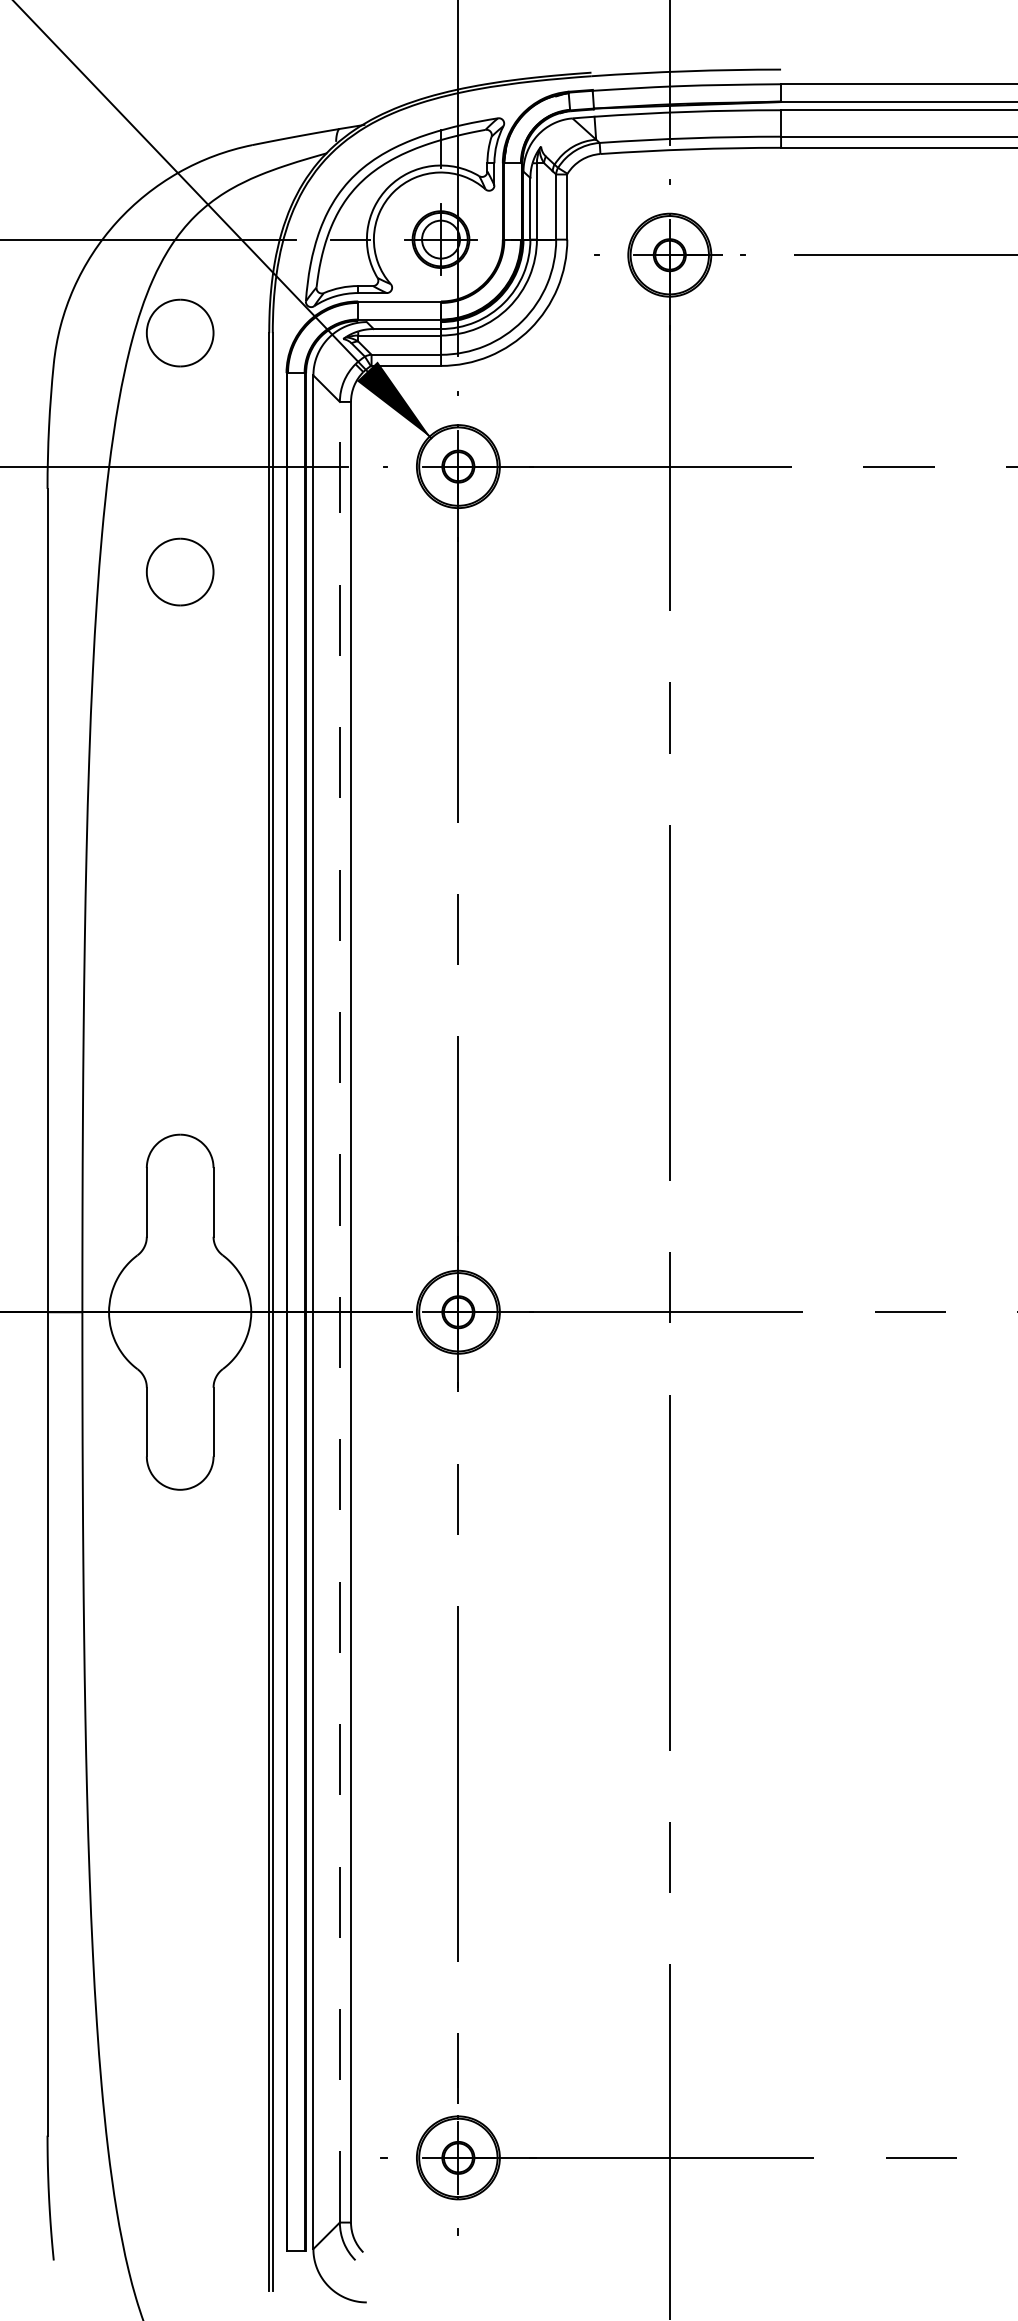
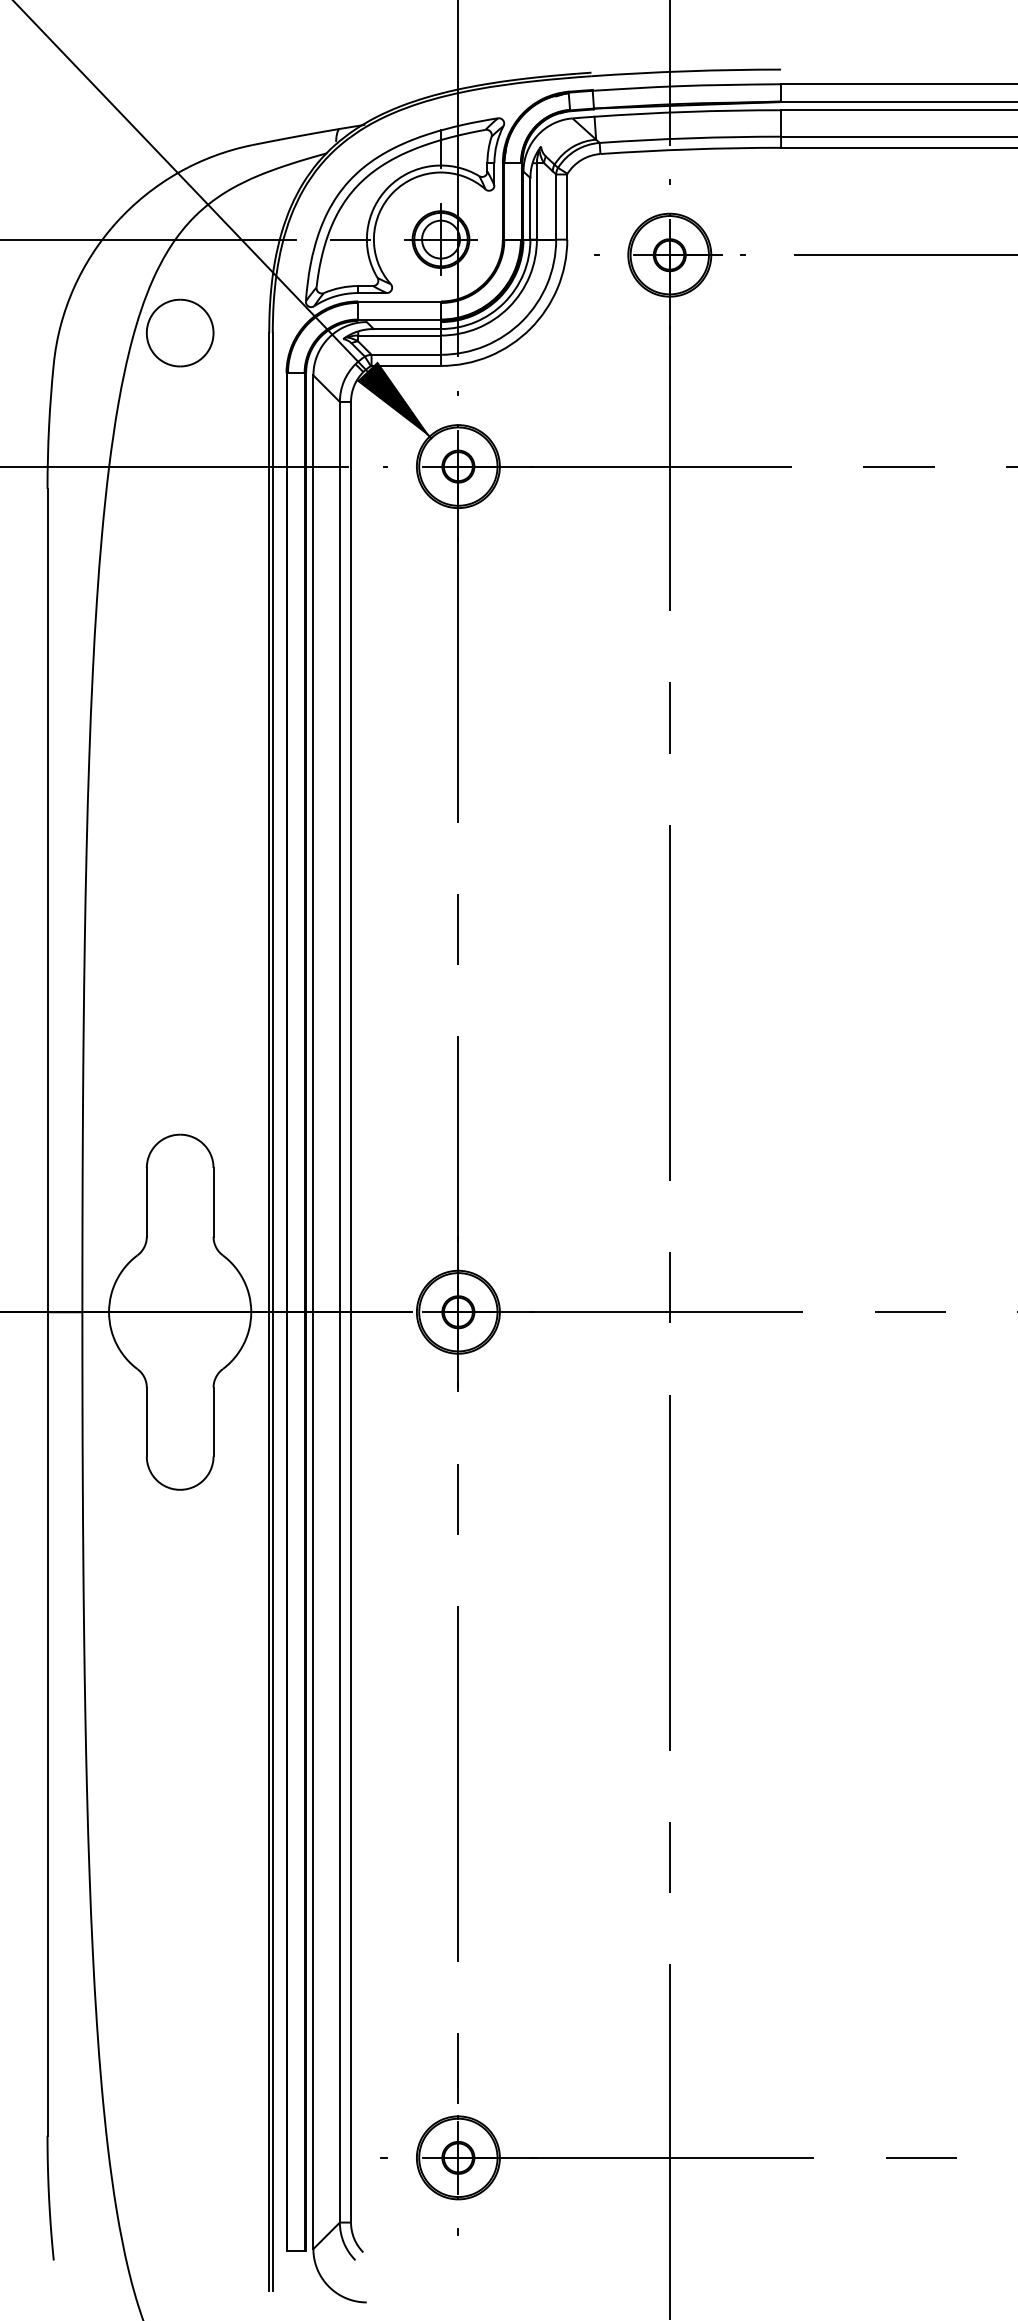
part at (179, 571): present -> none
line at (339, 1311): dashed -> solid
